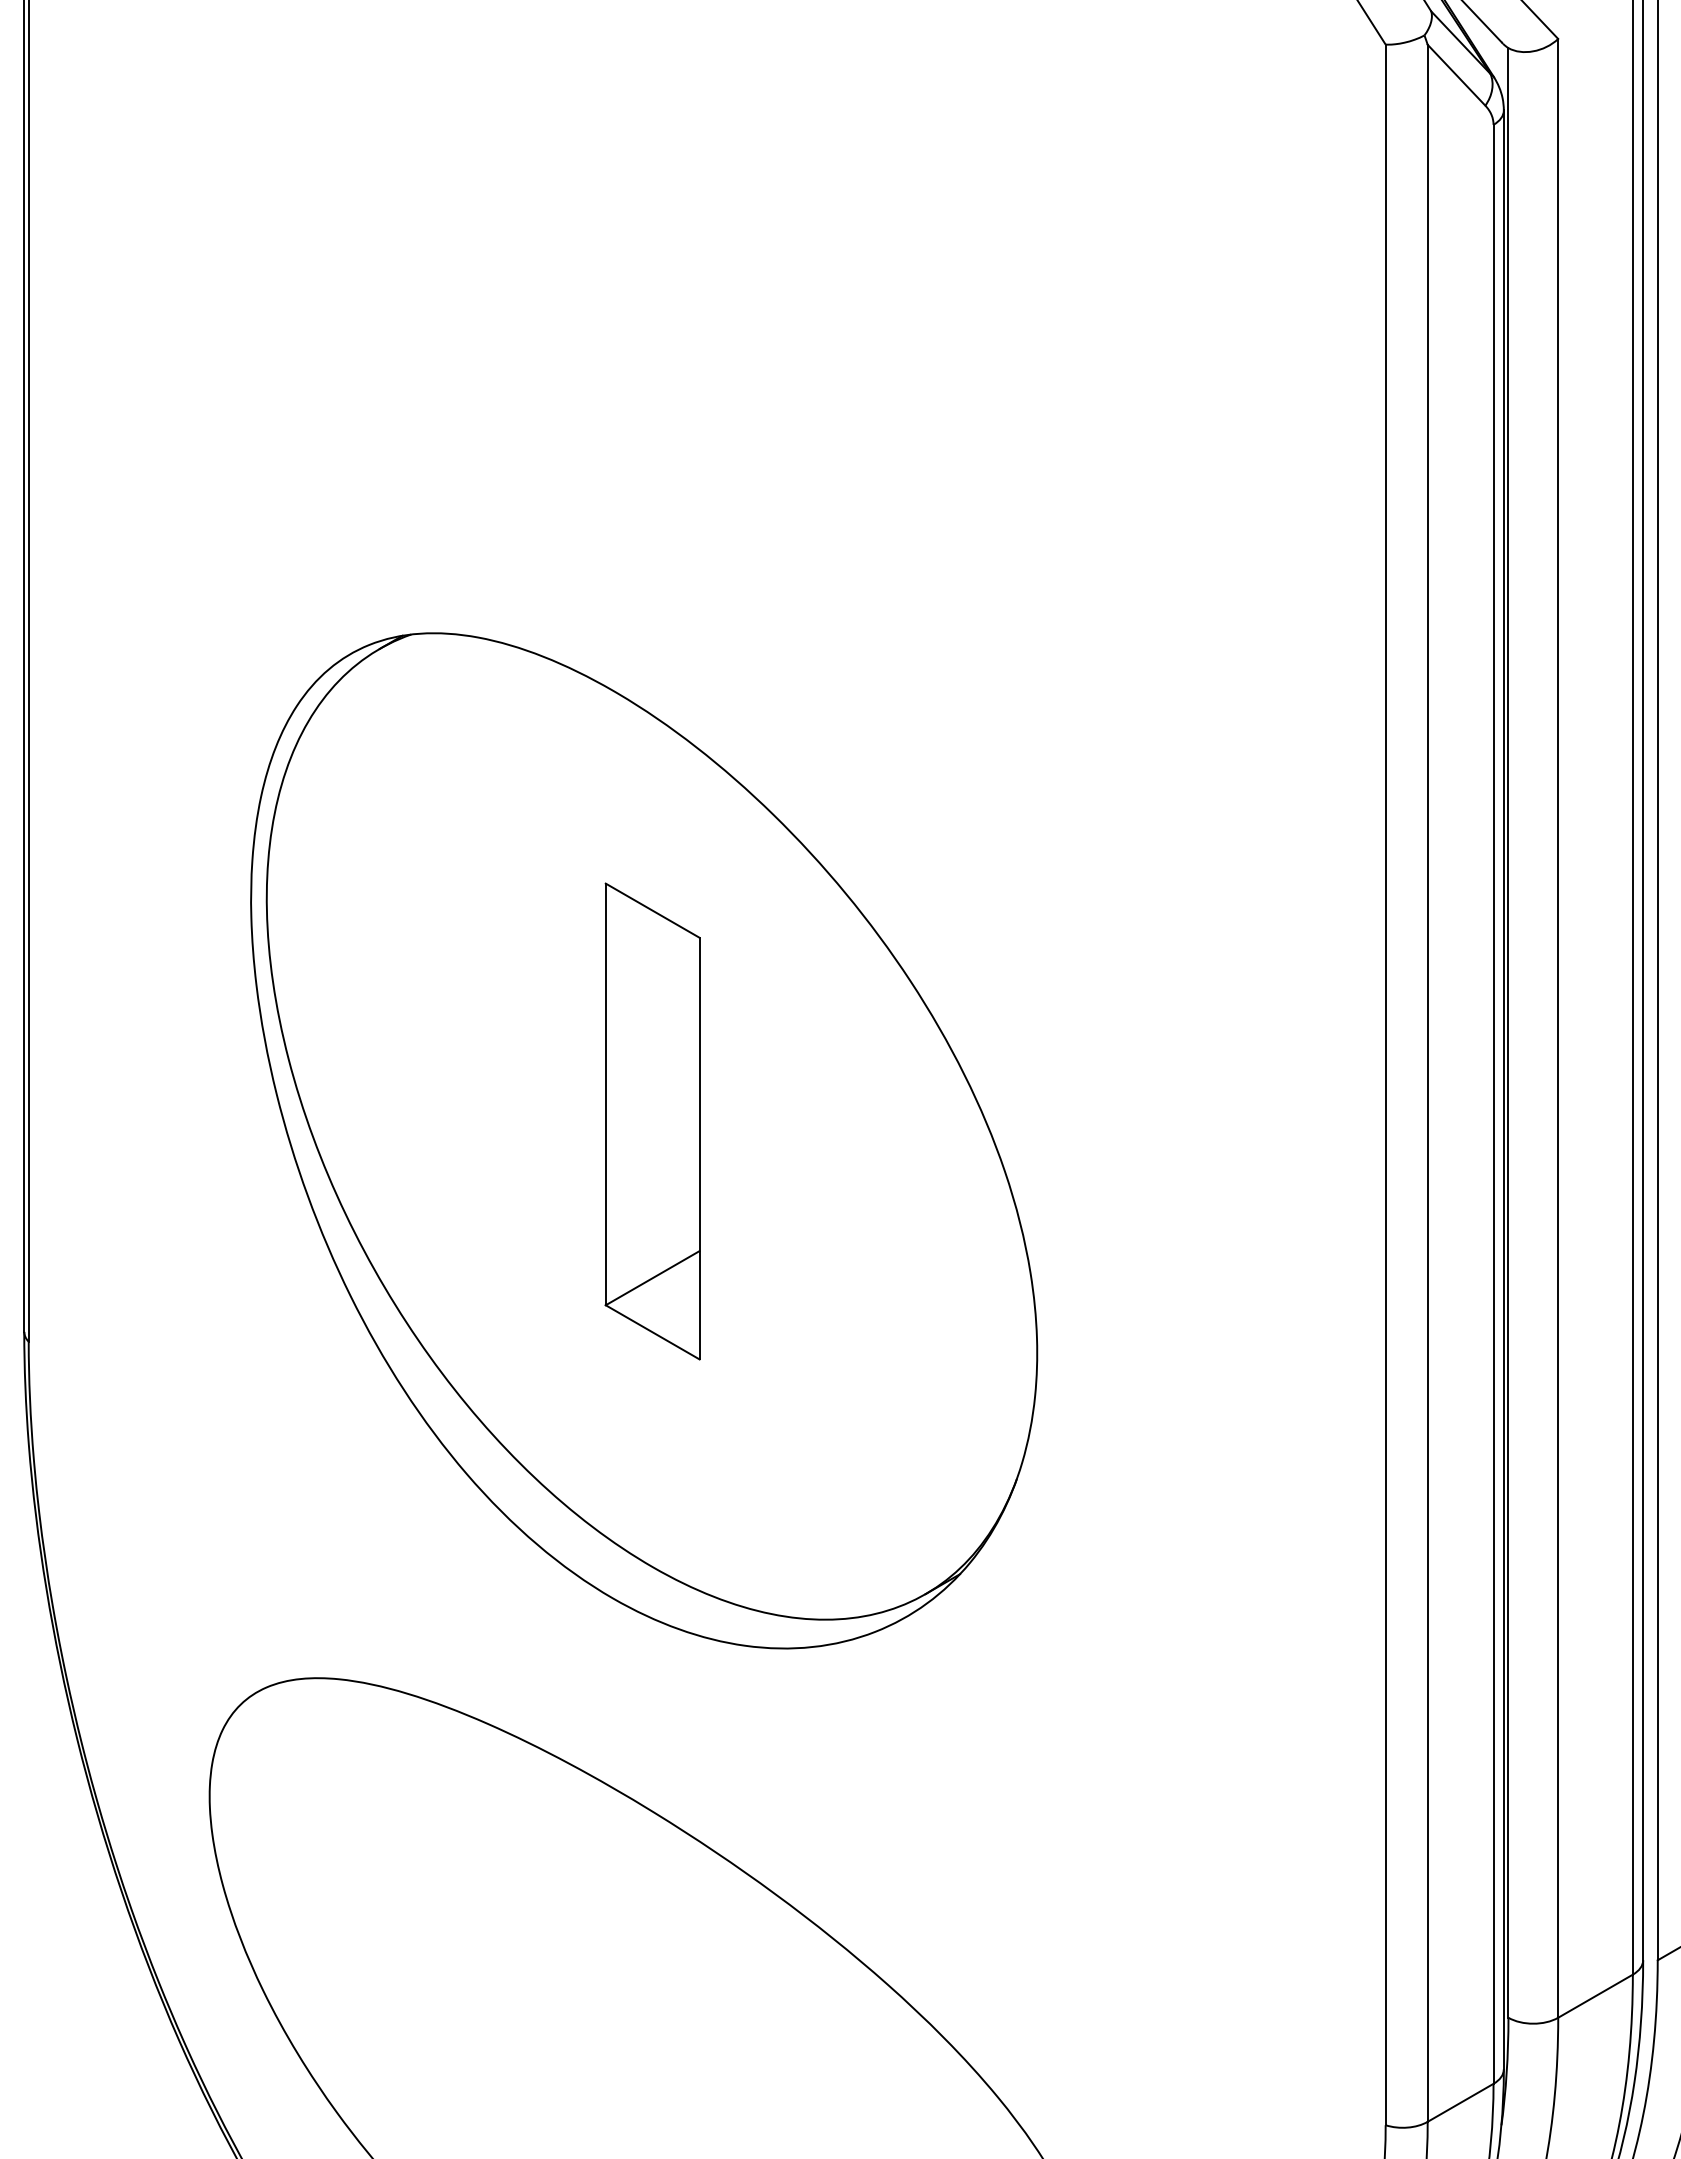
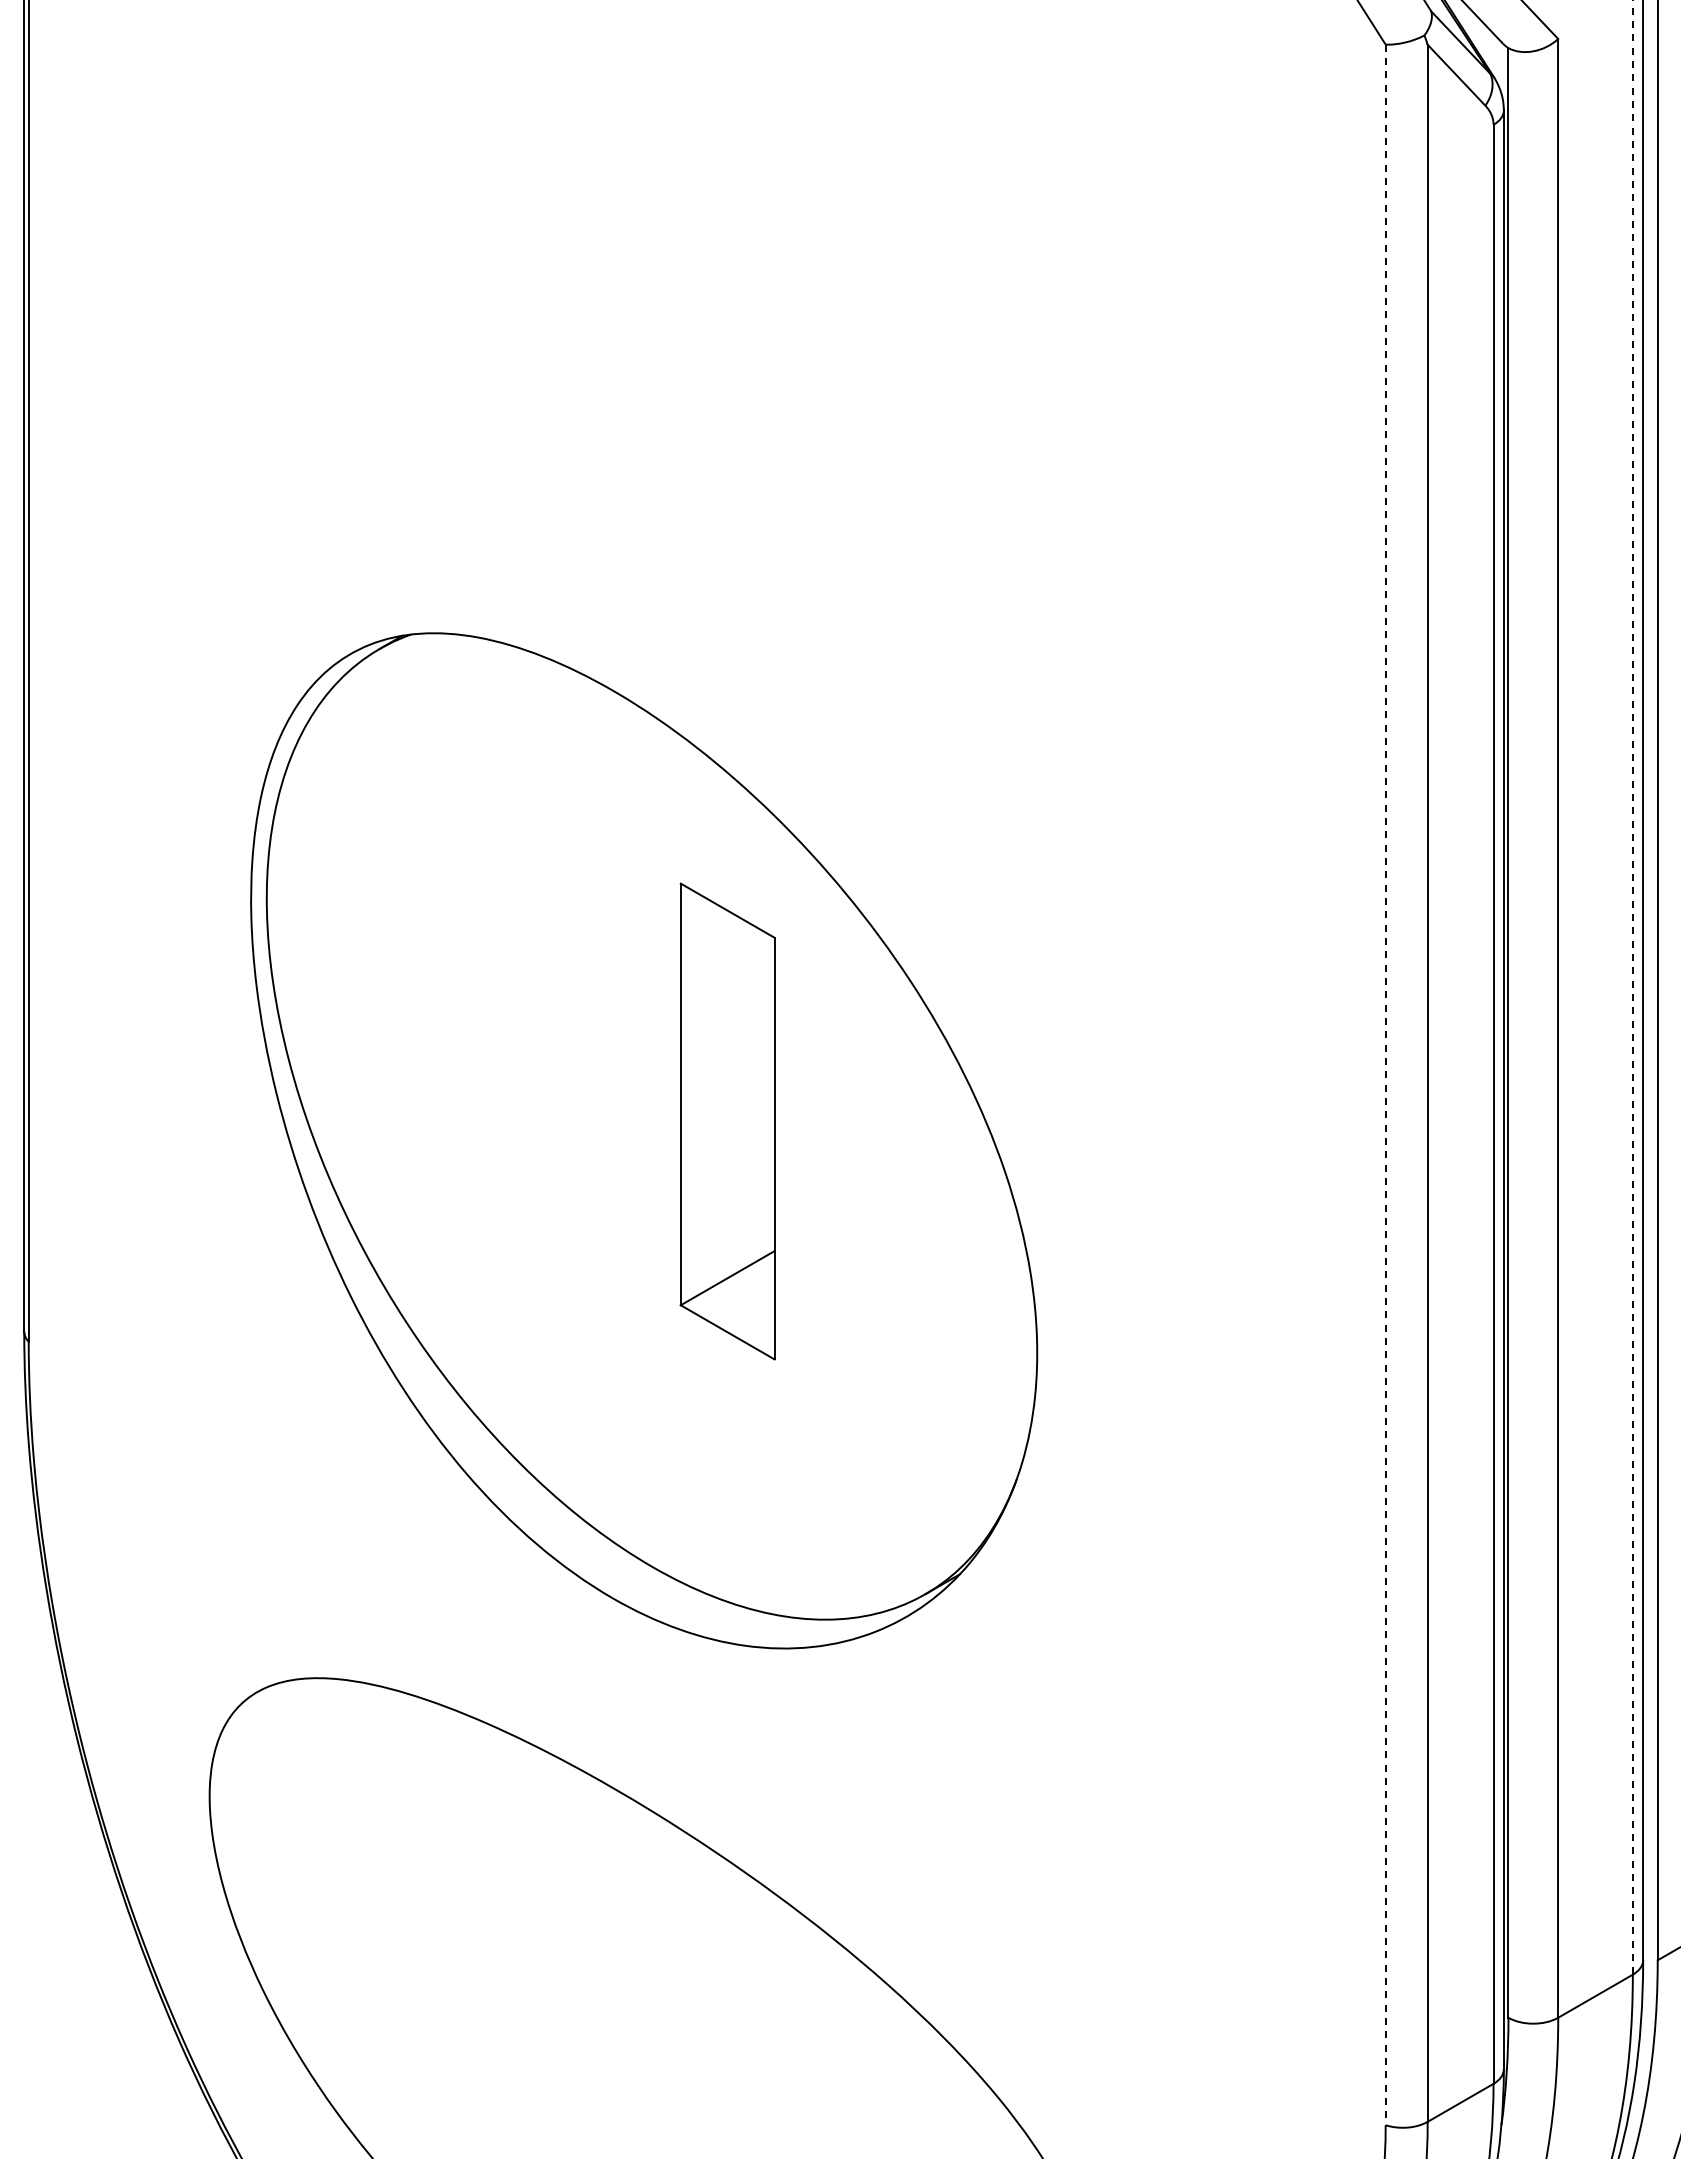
line at (1632, 987): solid -> dashed
line at (1385, 1085): solid -> dashed
part at (652, 1121) position: (652, 1121) -> (727, 1121)
